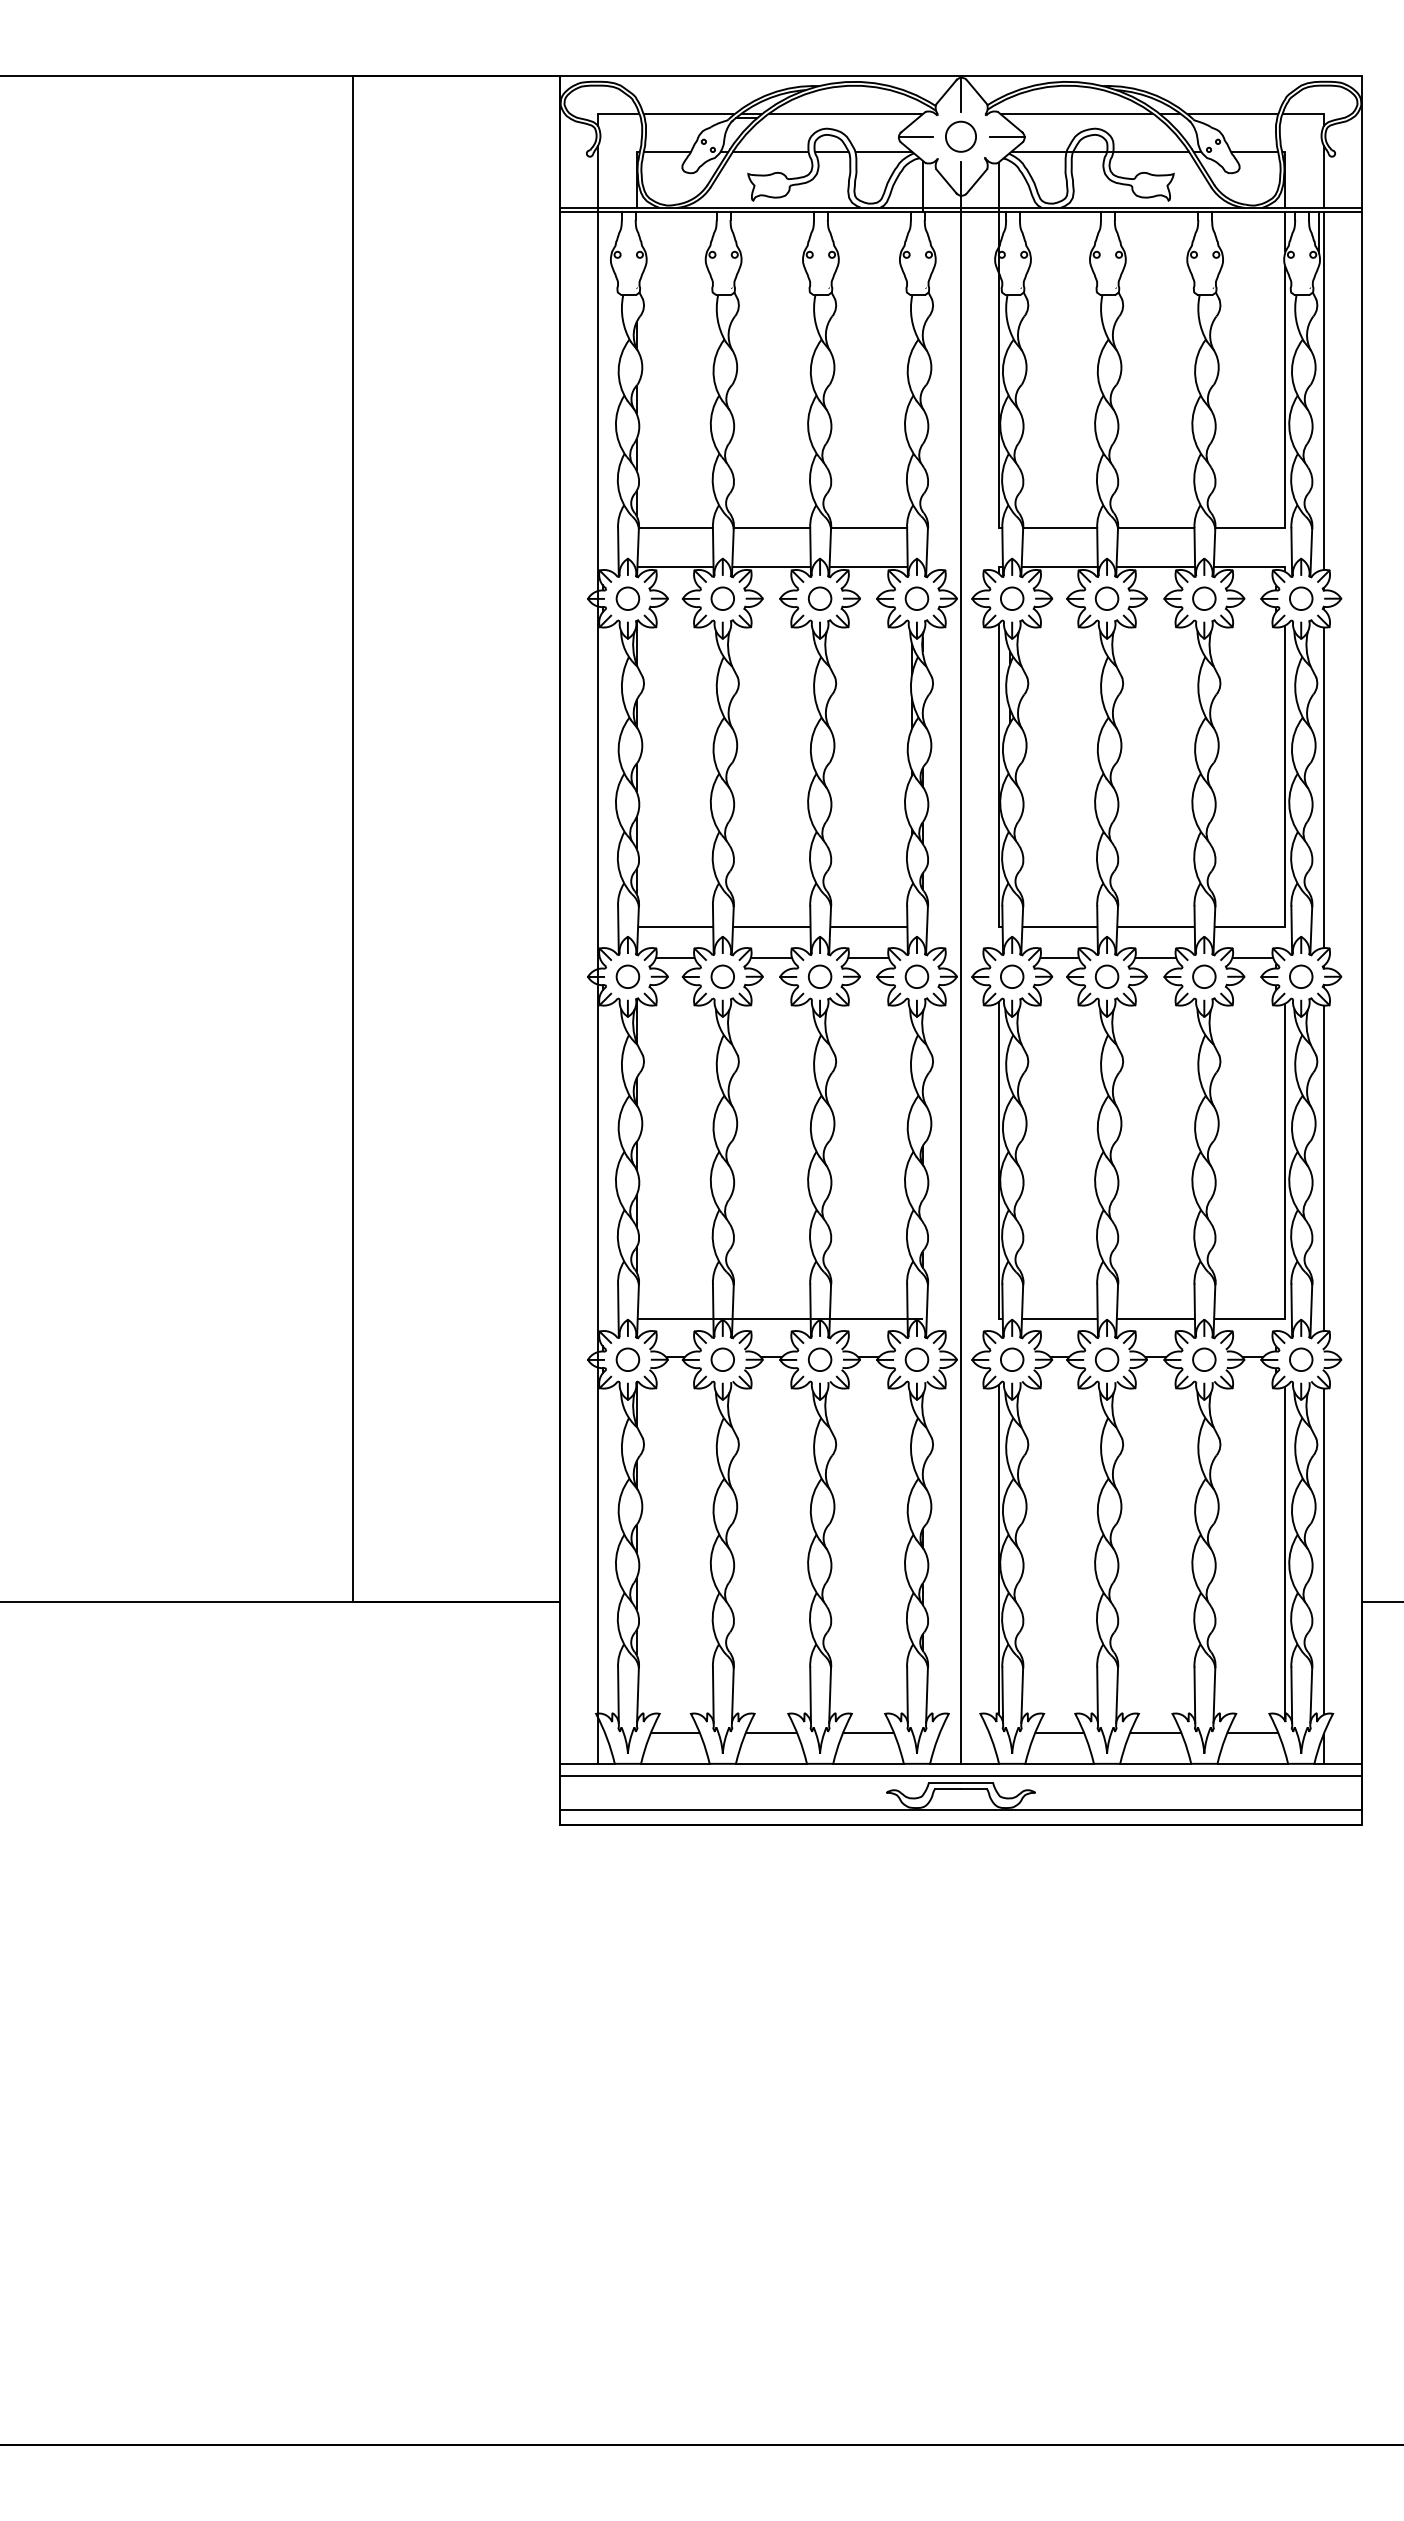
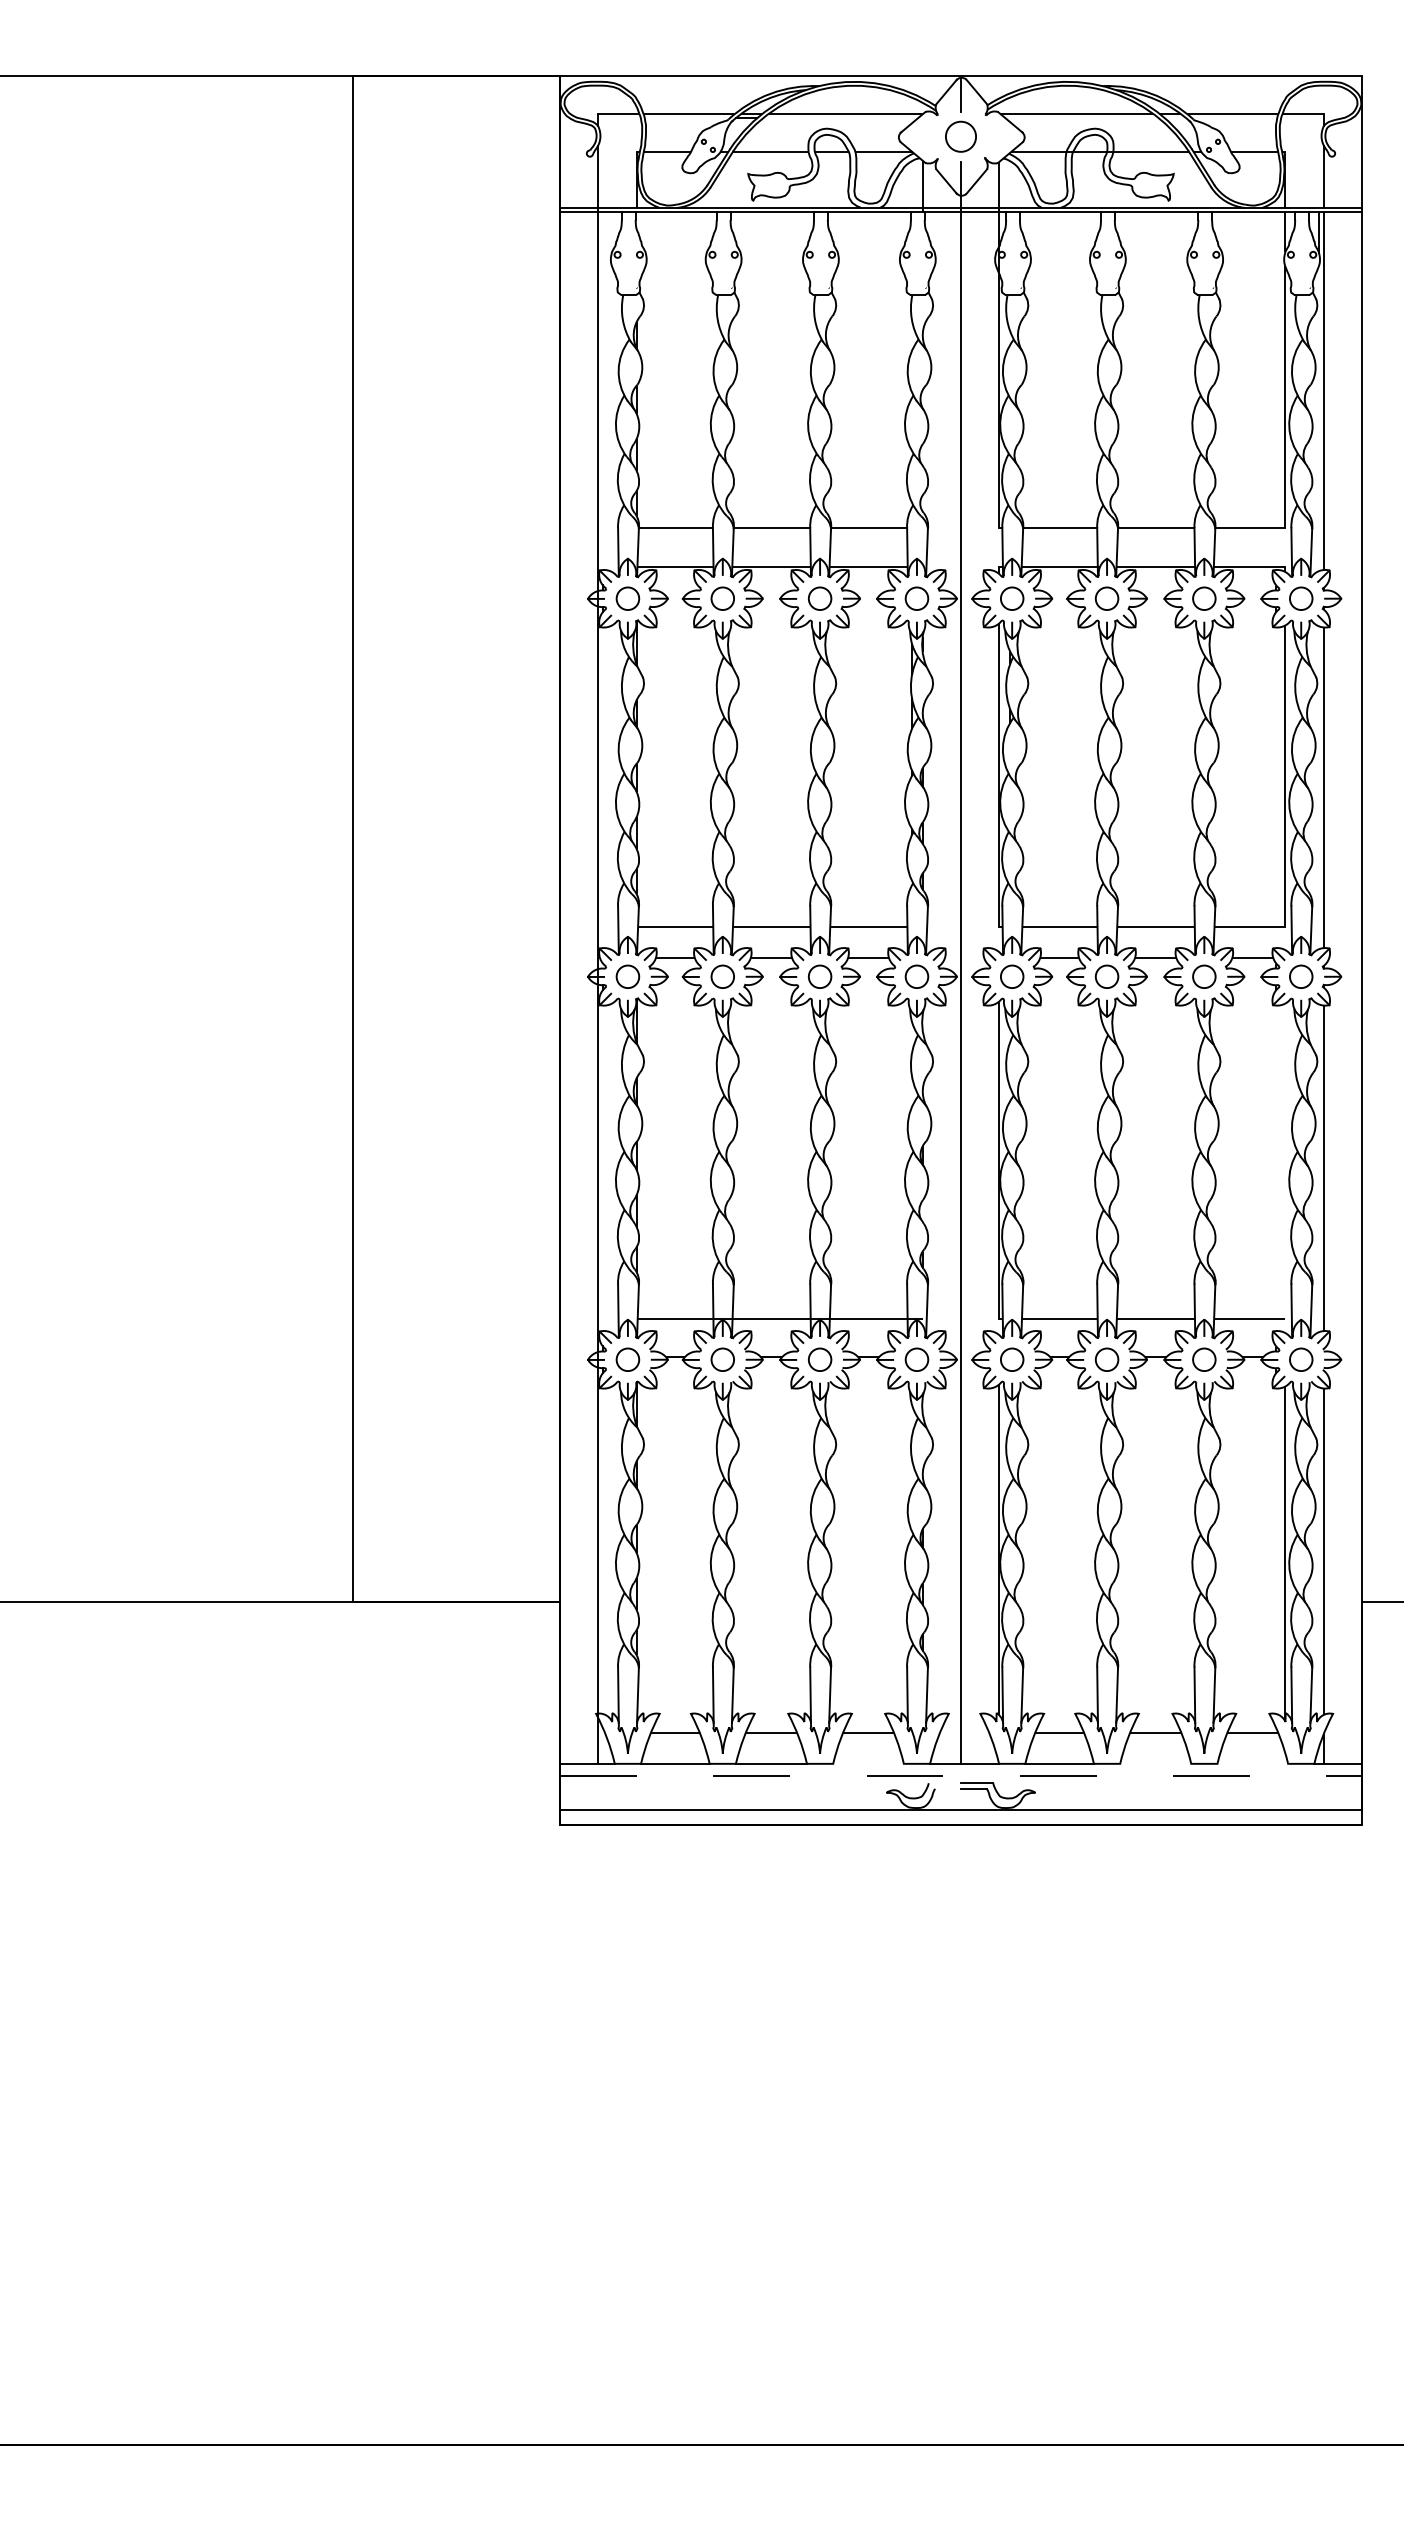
line at (915, 136): present -> none
line at (1007, 136): present -> none
line at (1285, 1160): present -> none
line at (868, 1763): present -> none
line at (1155, 1763): present -> none
line at (1252, 1763): present -> none
line at (960, 1776): solid -> dashed
line at (944, 1783): present -> none
line at (948, 1788): present -> none
